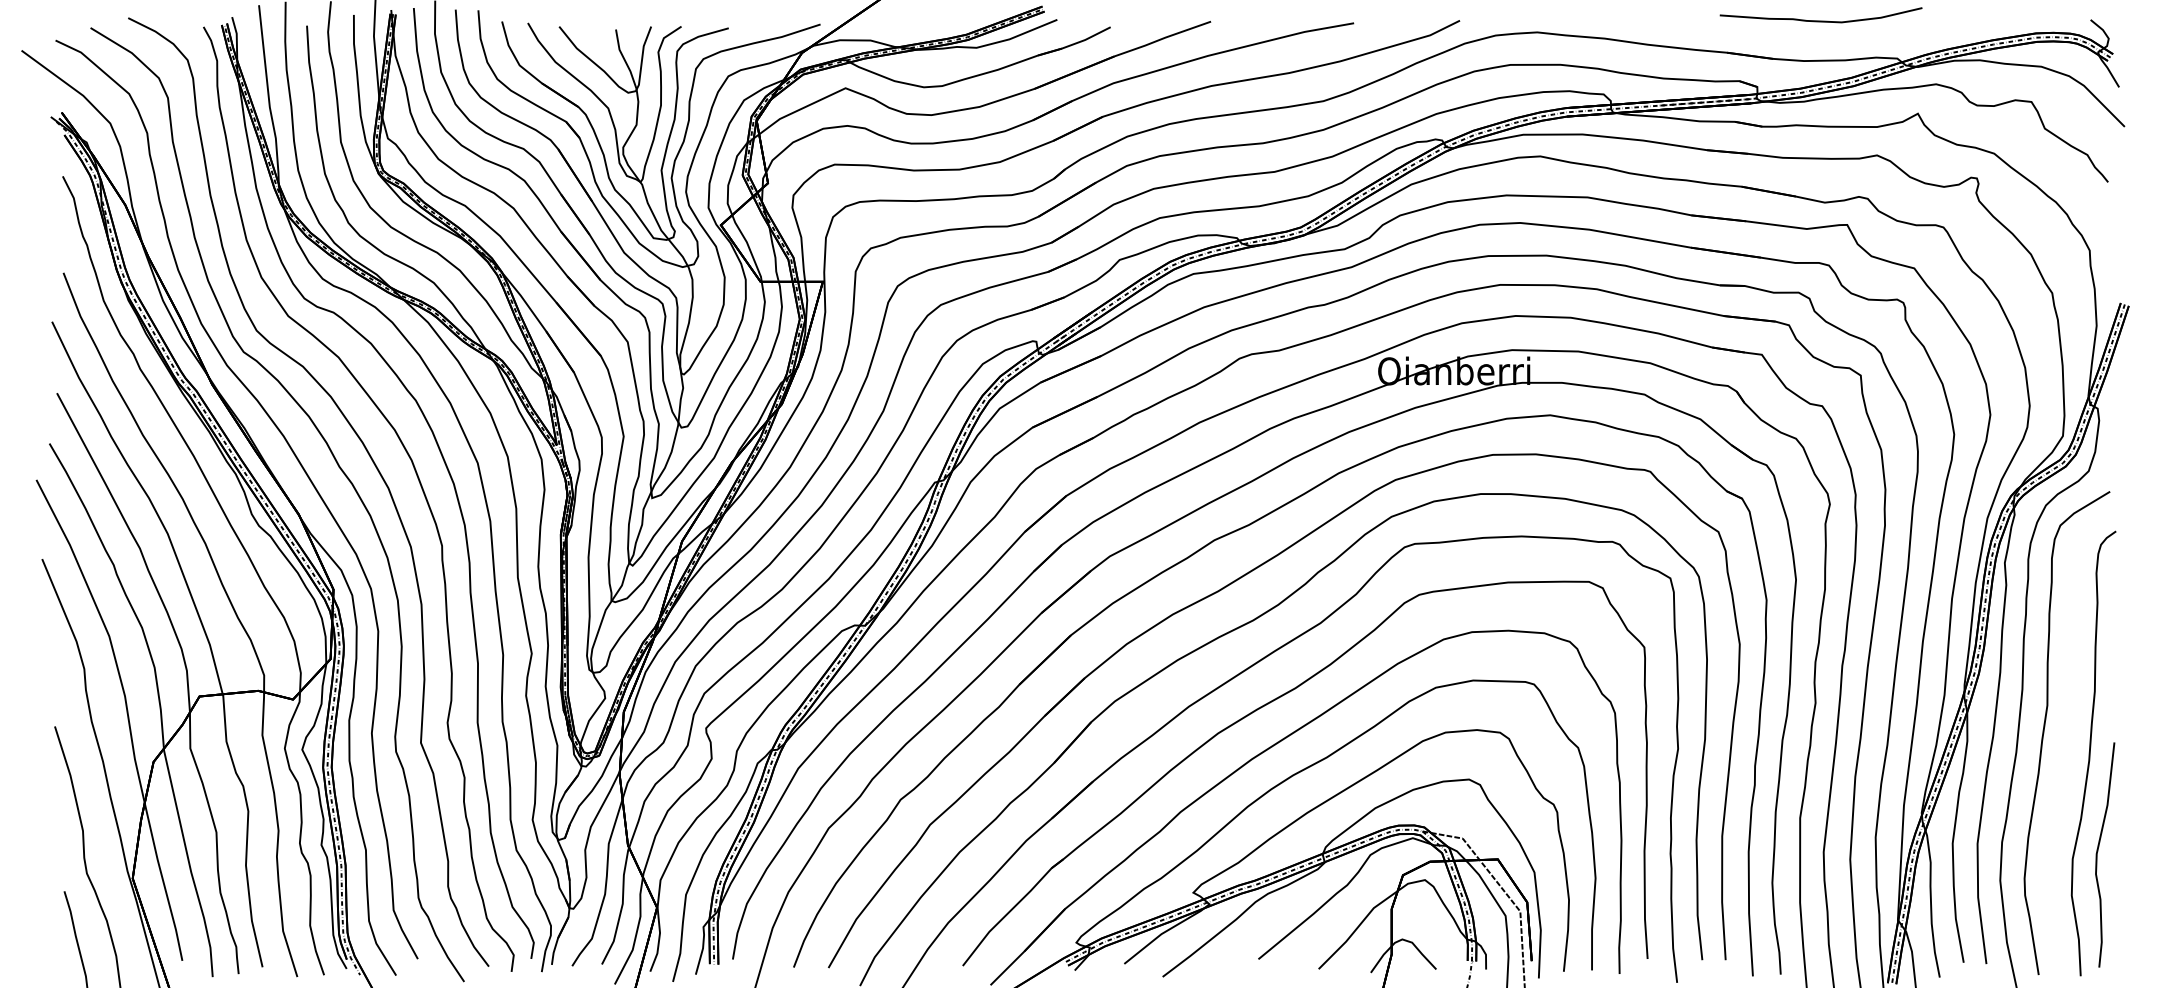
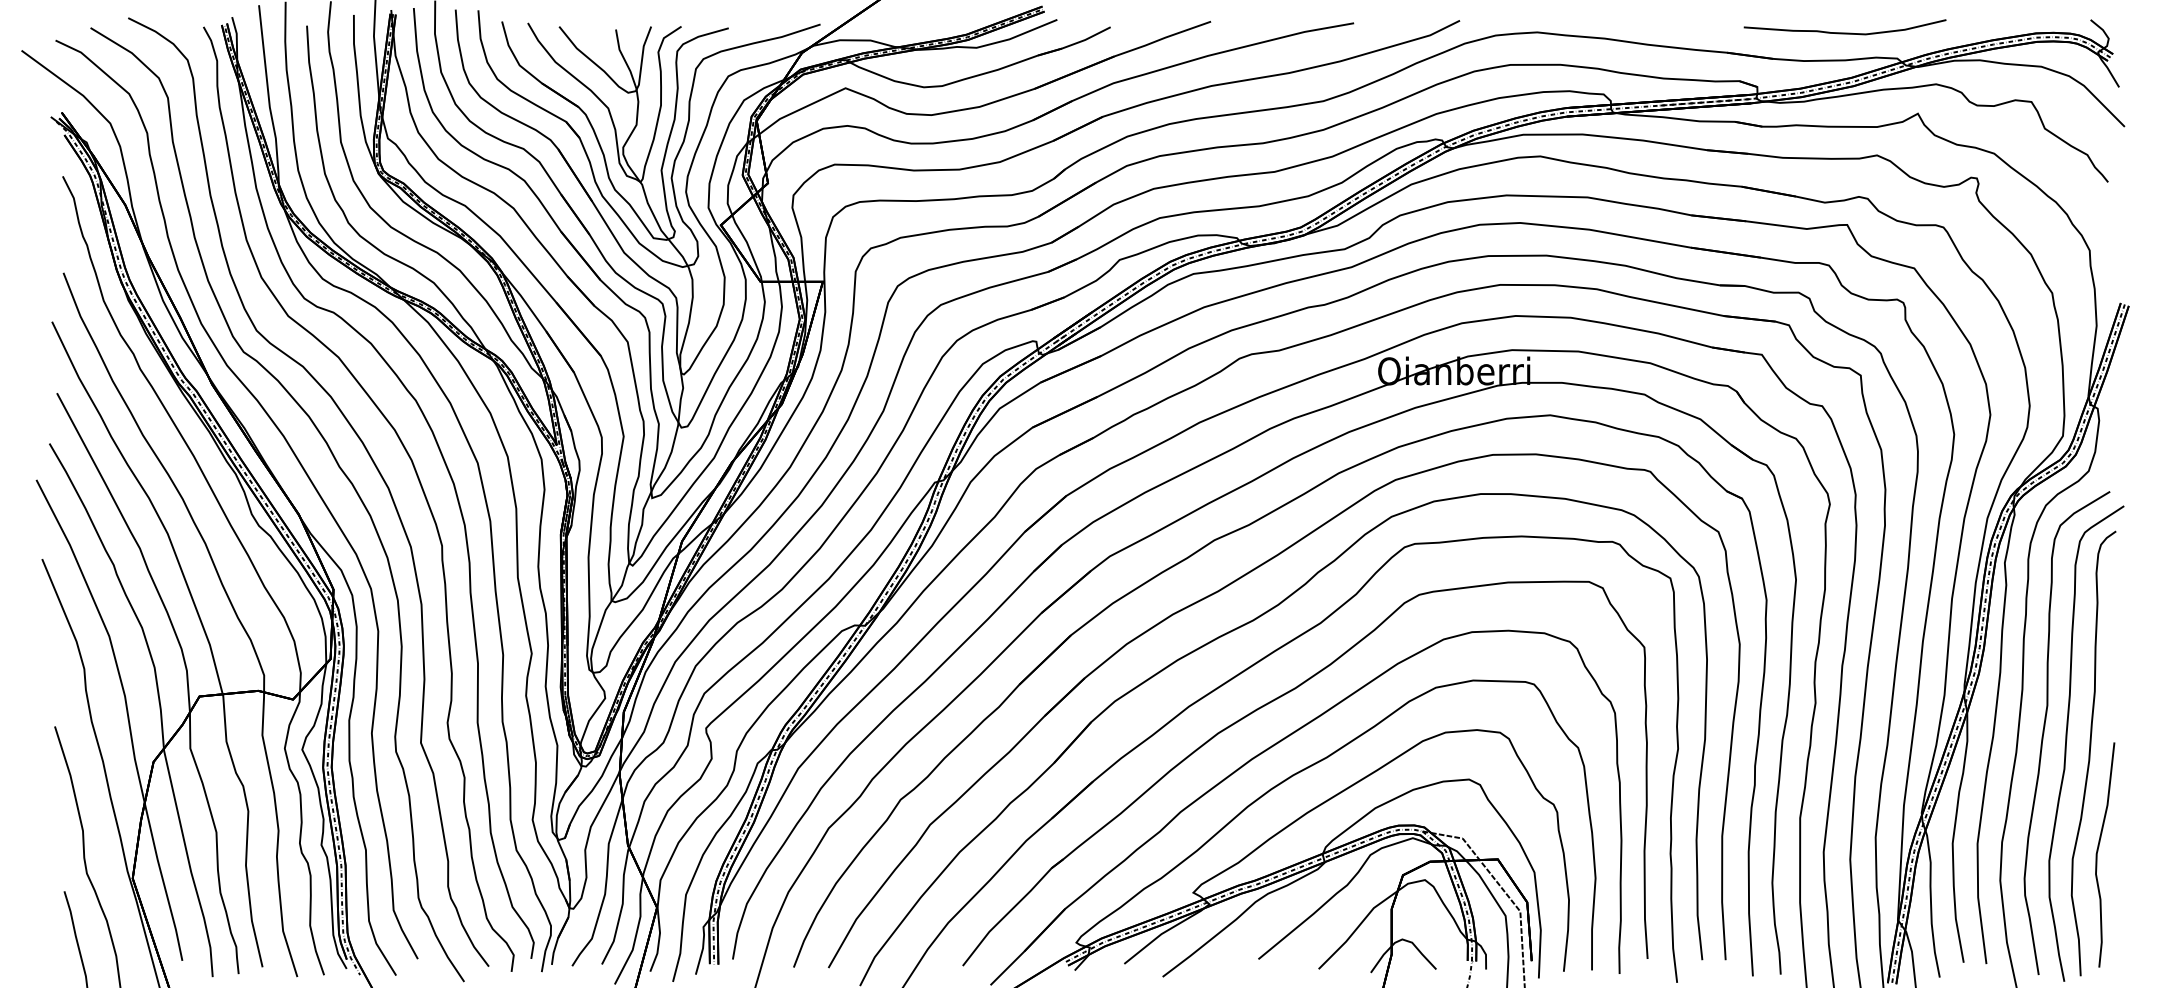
curve at (1820, 20) position: (1820, 20) -> (1844, 32)
curve at (2067, 740): none -> present
